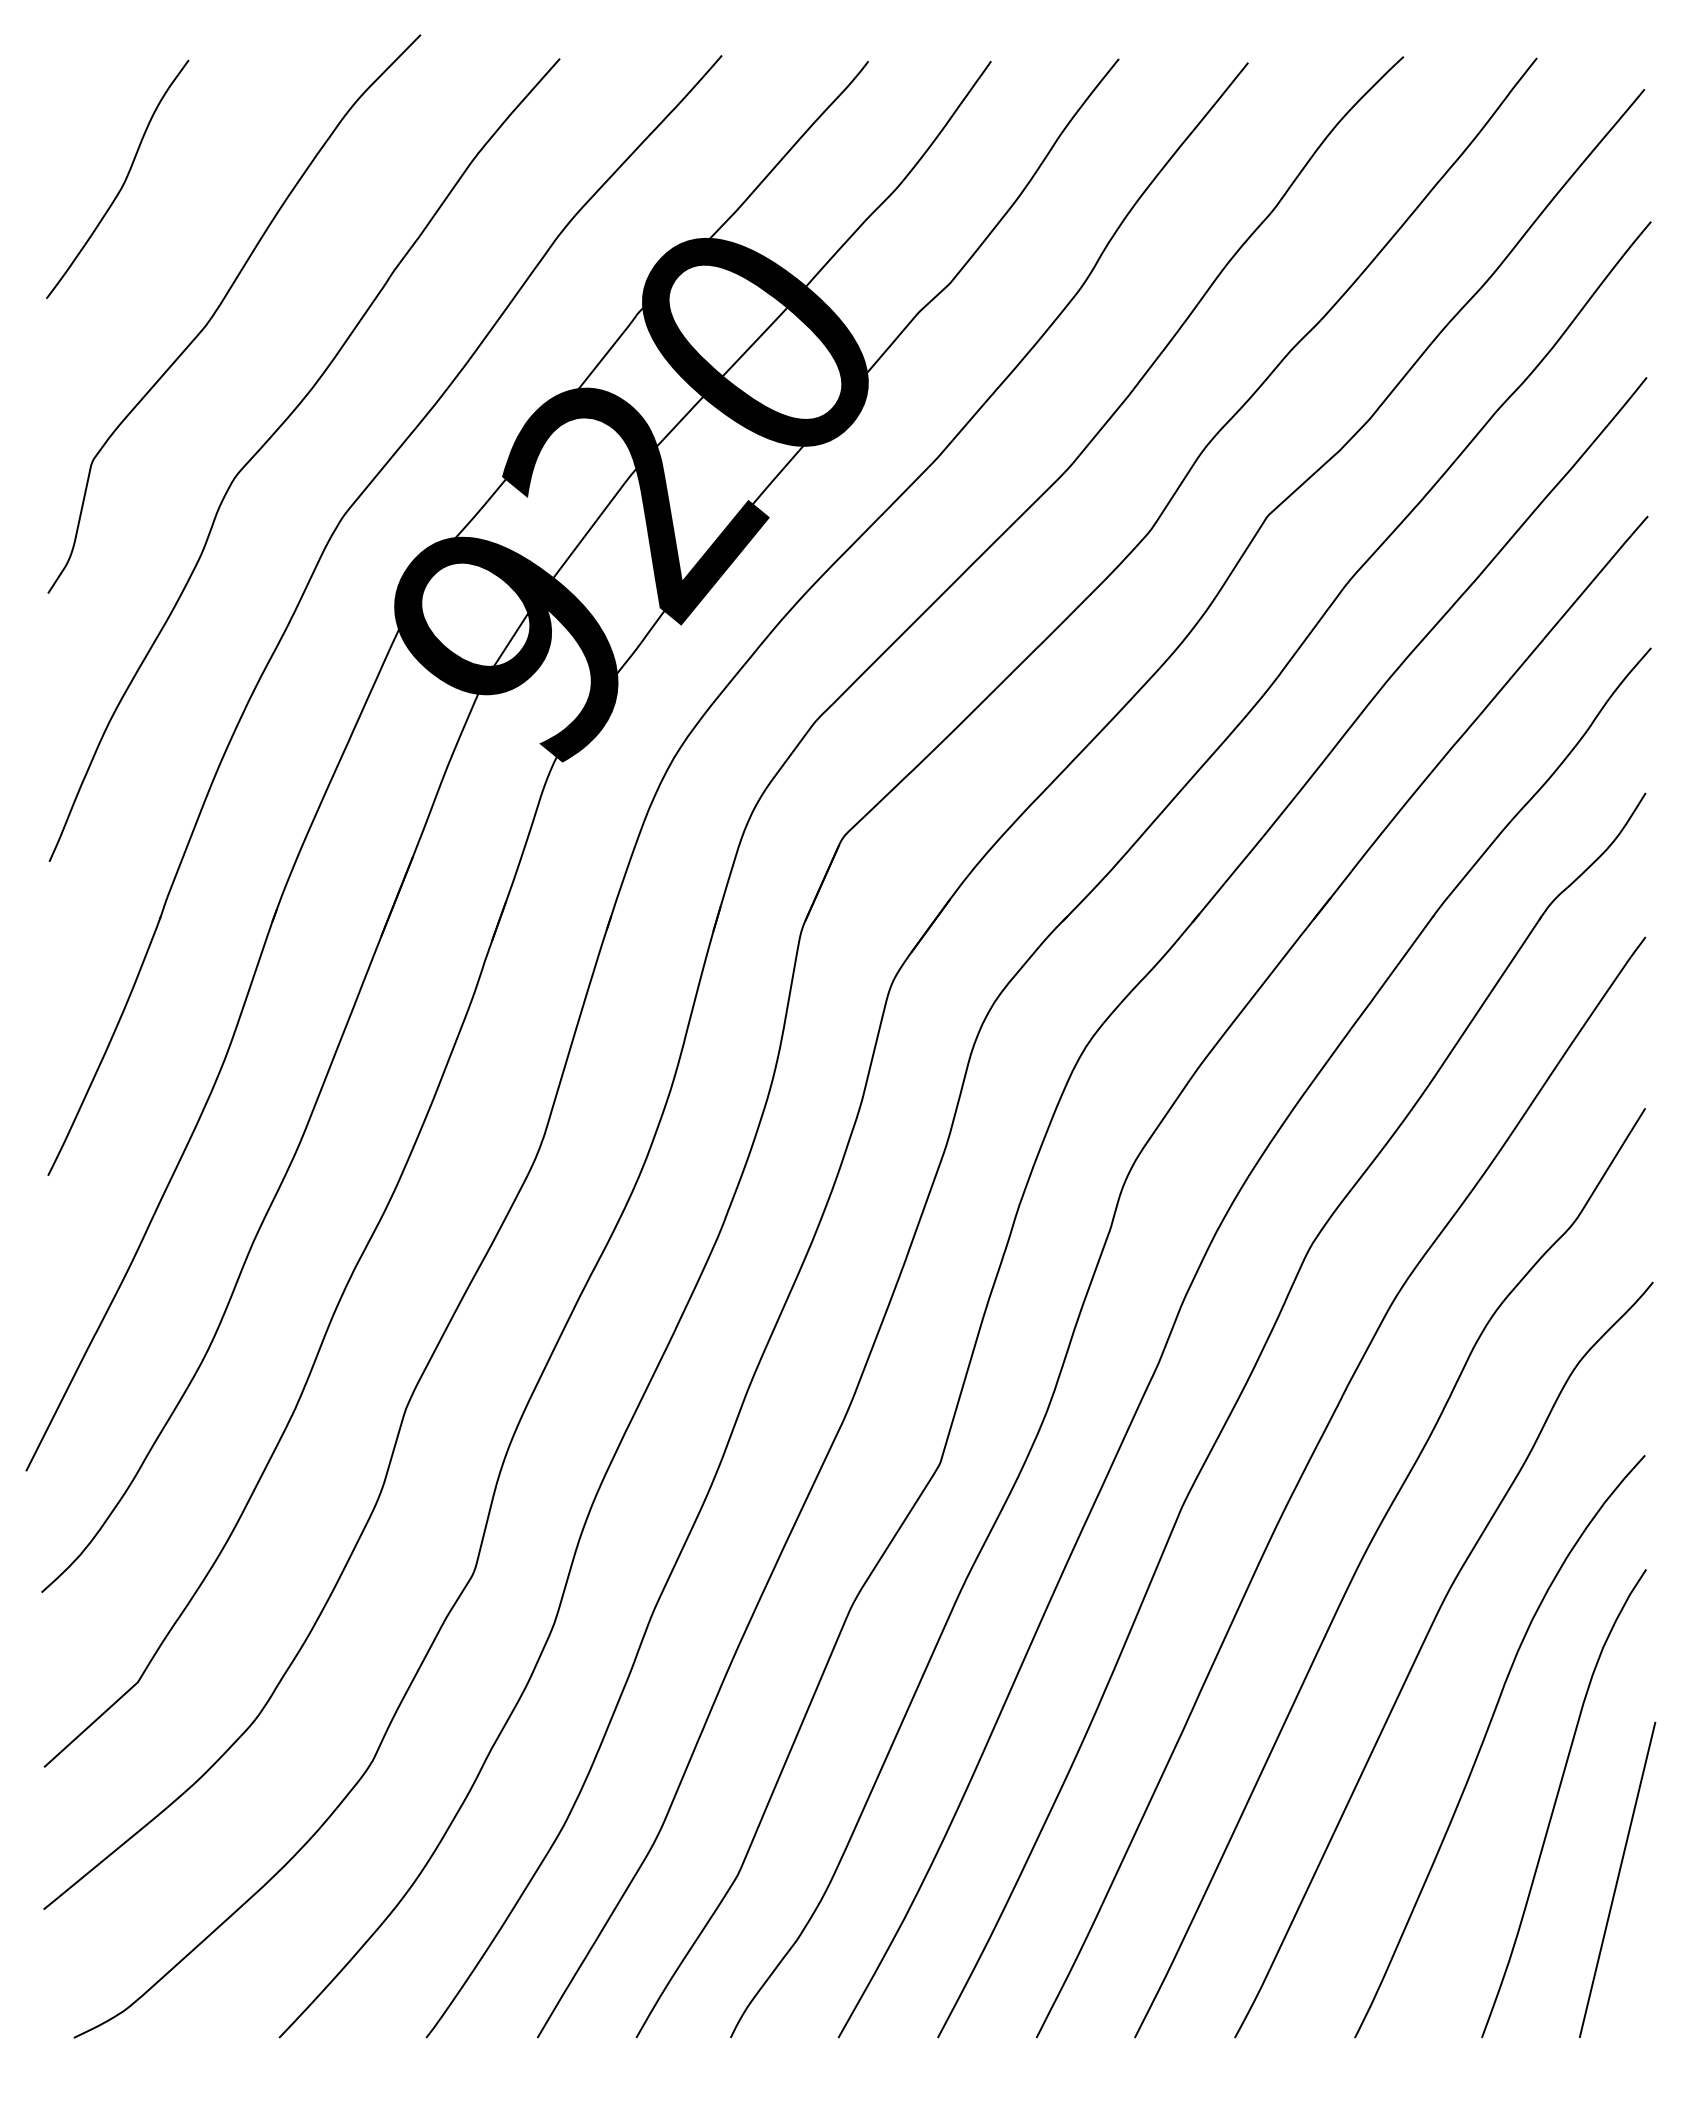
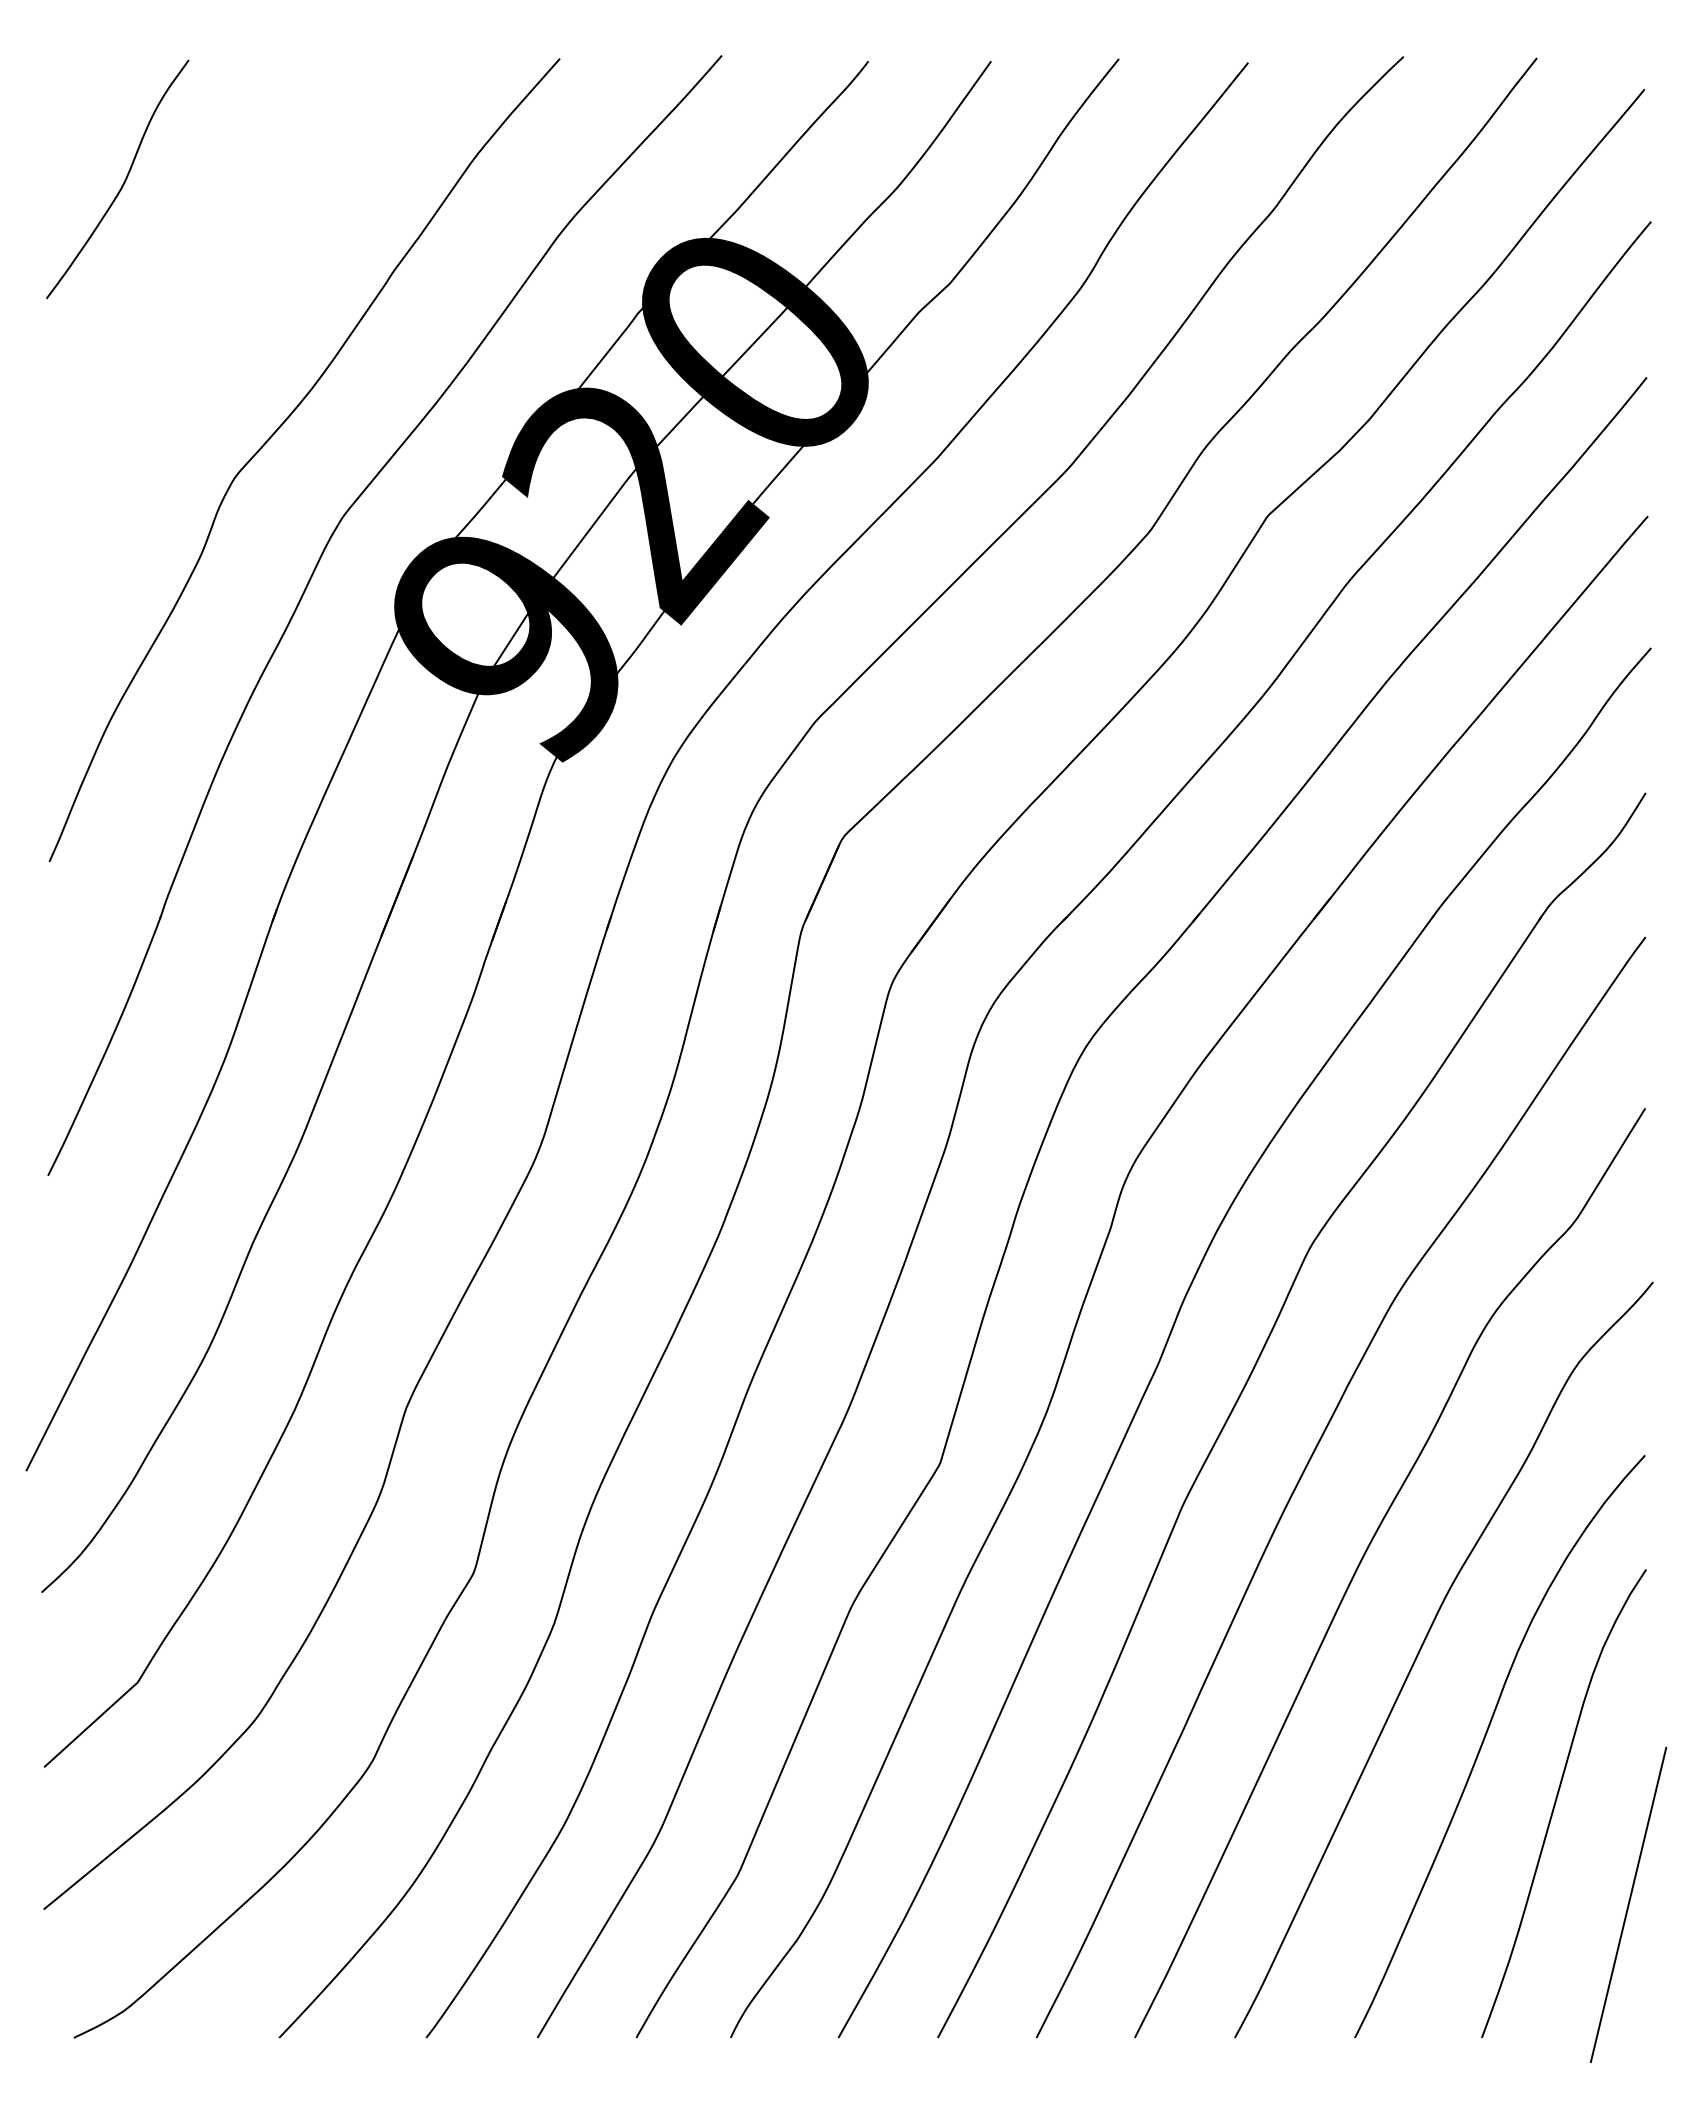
curve at (222, 303): present -> none
line at (1617, 1879) position: (1617, 1879) -> (1628, 1904)
